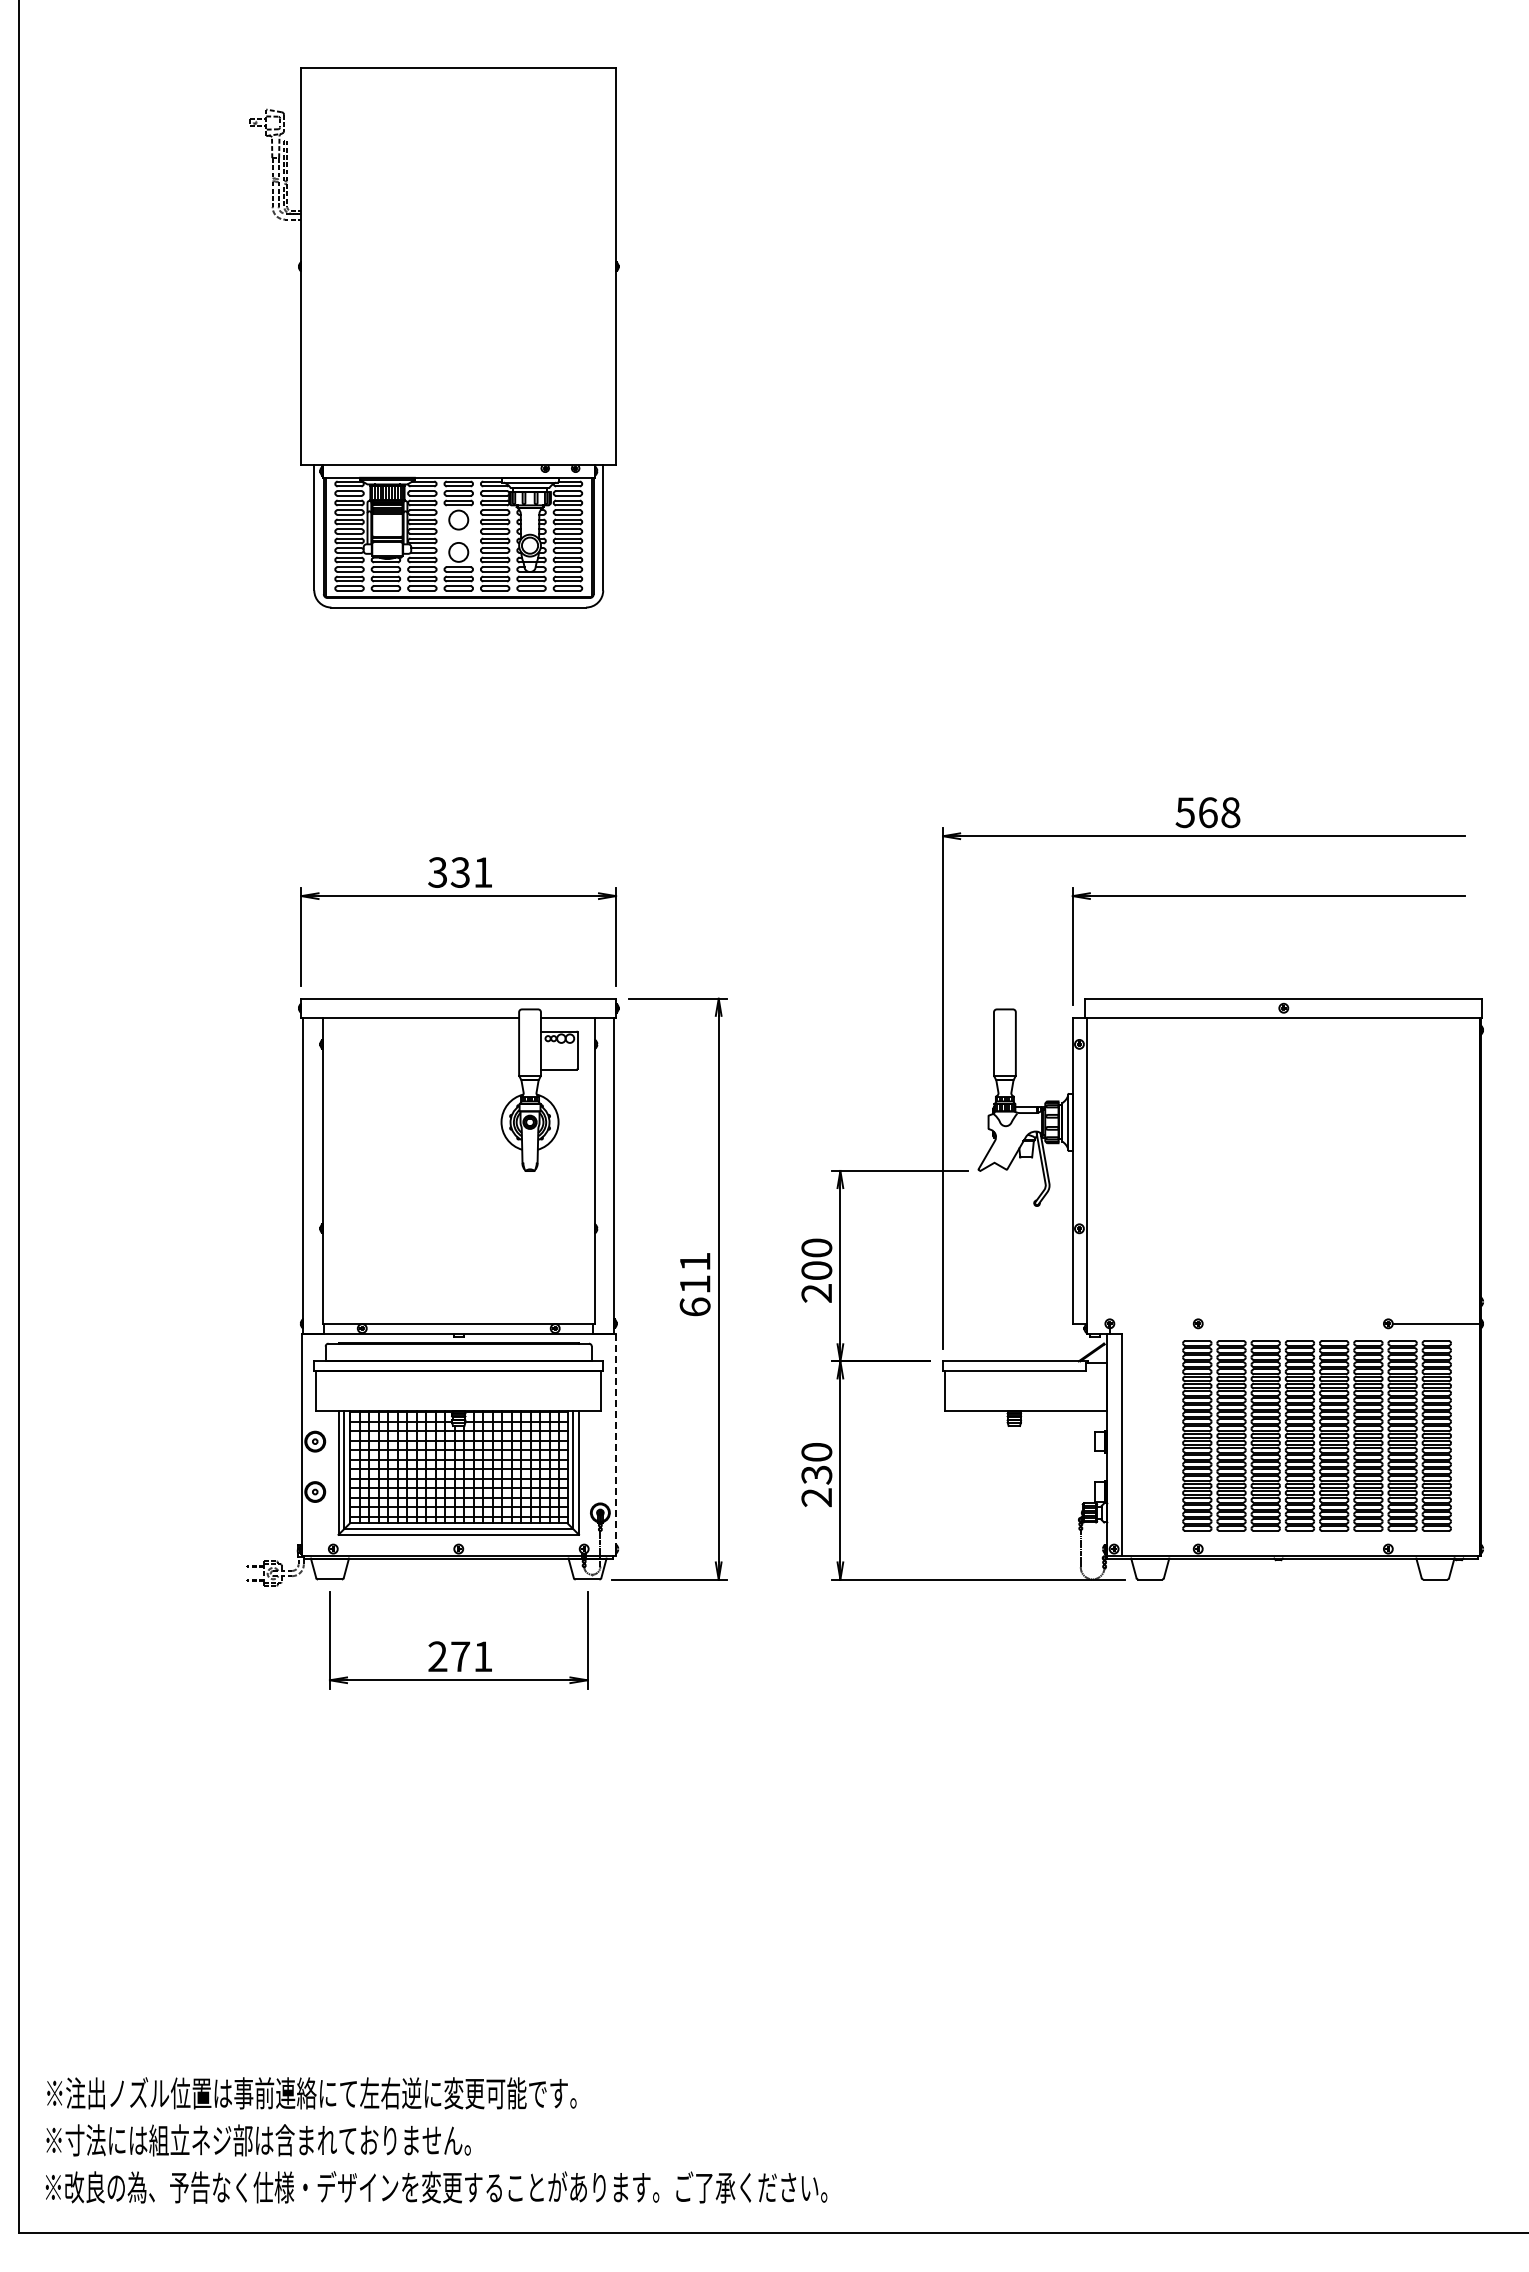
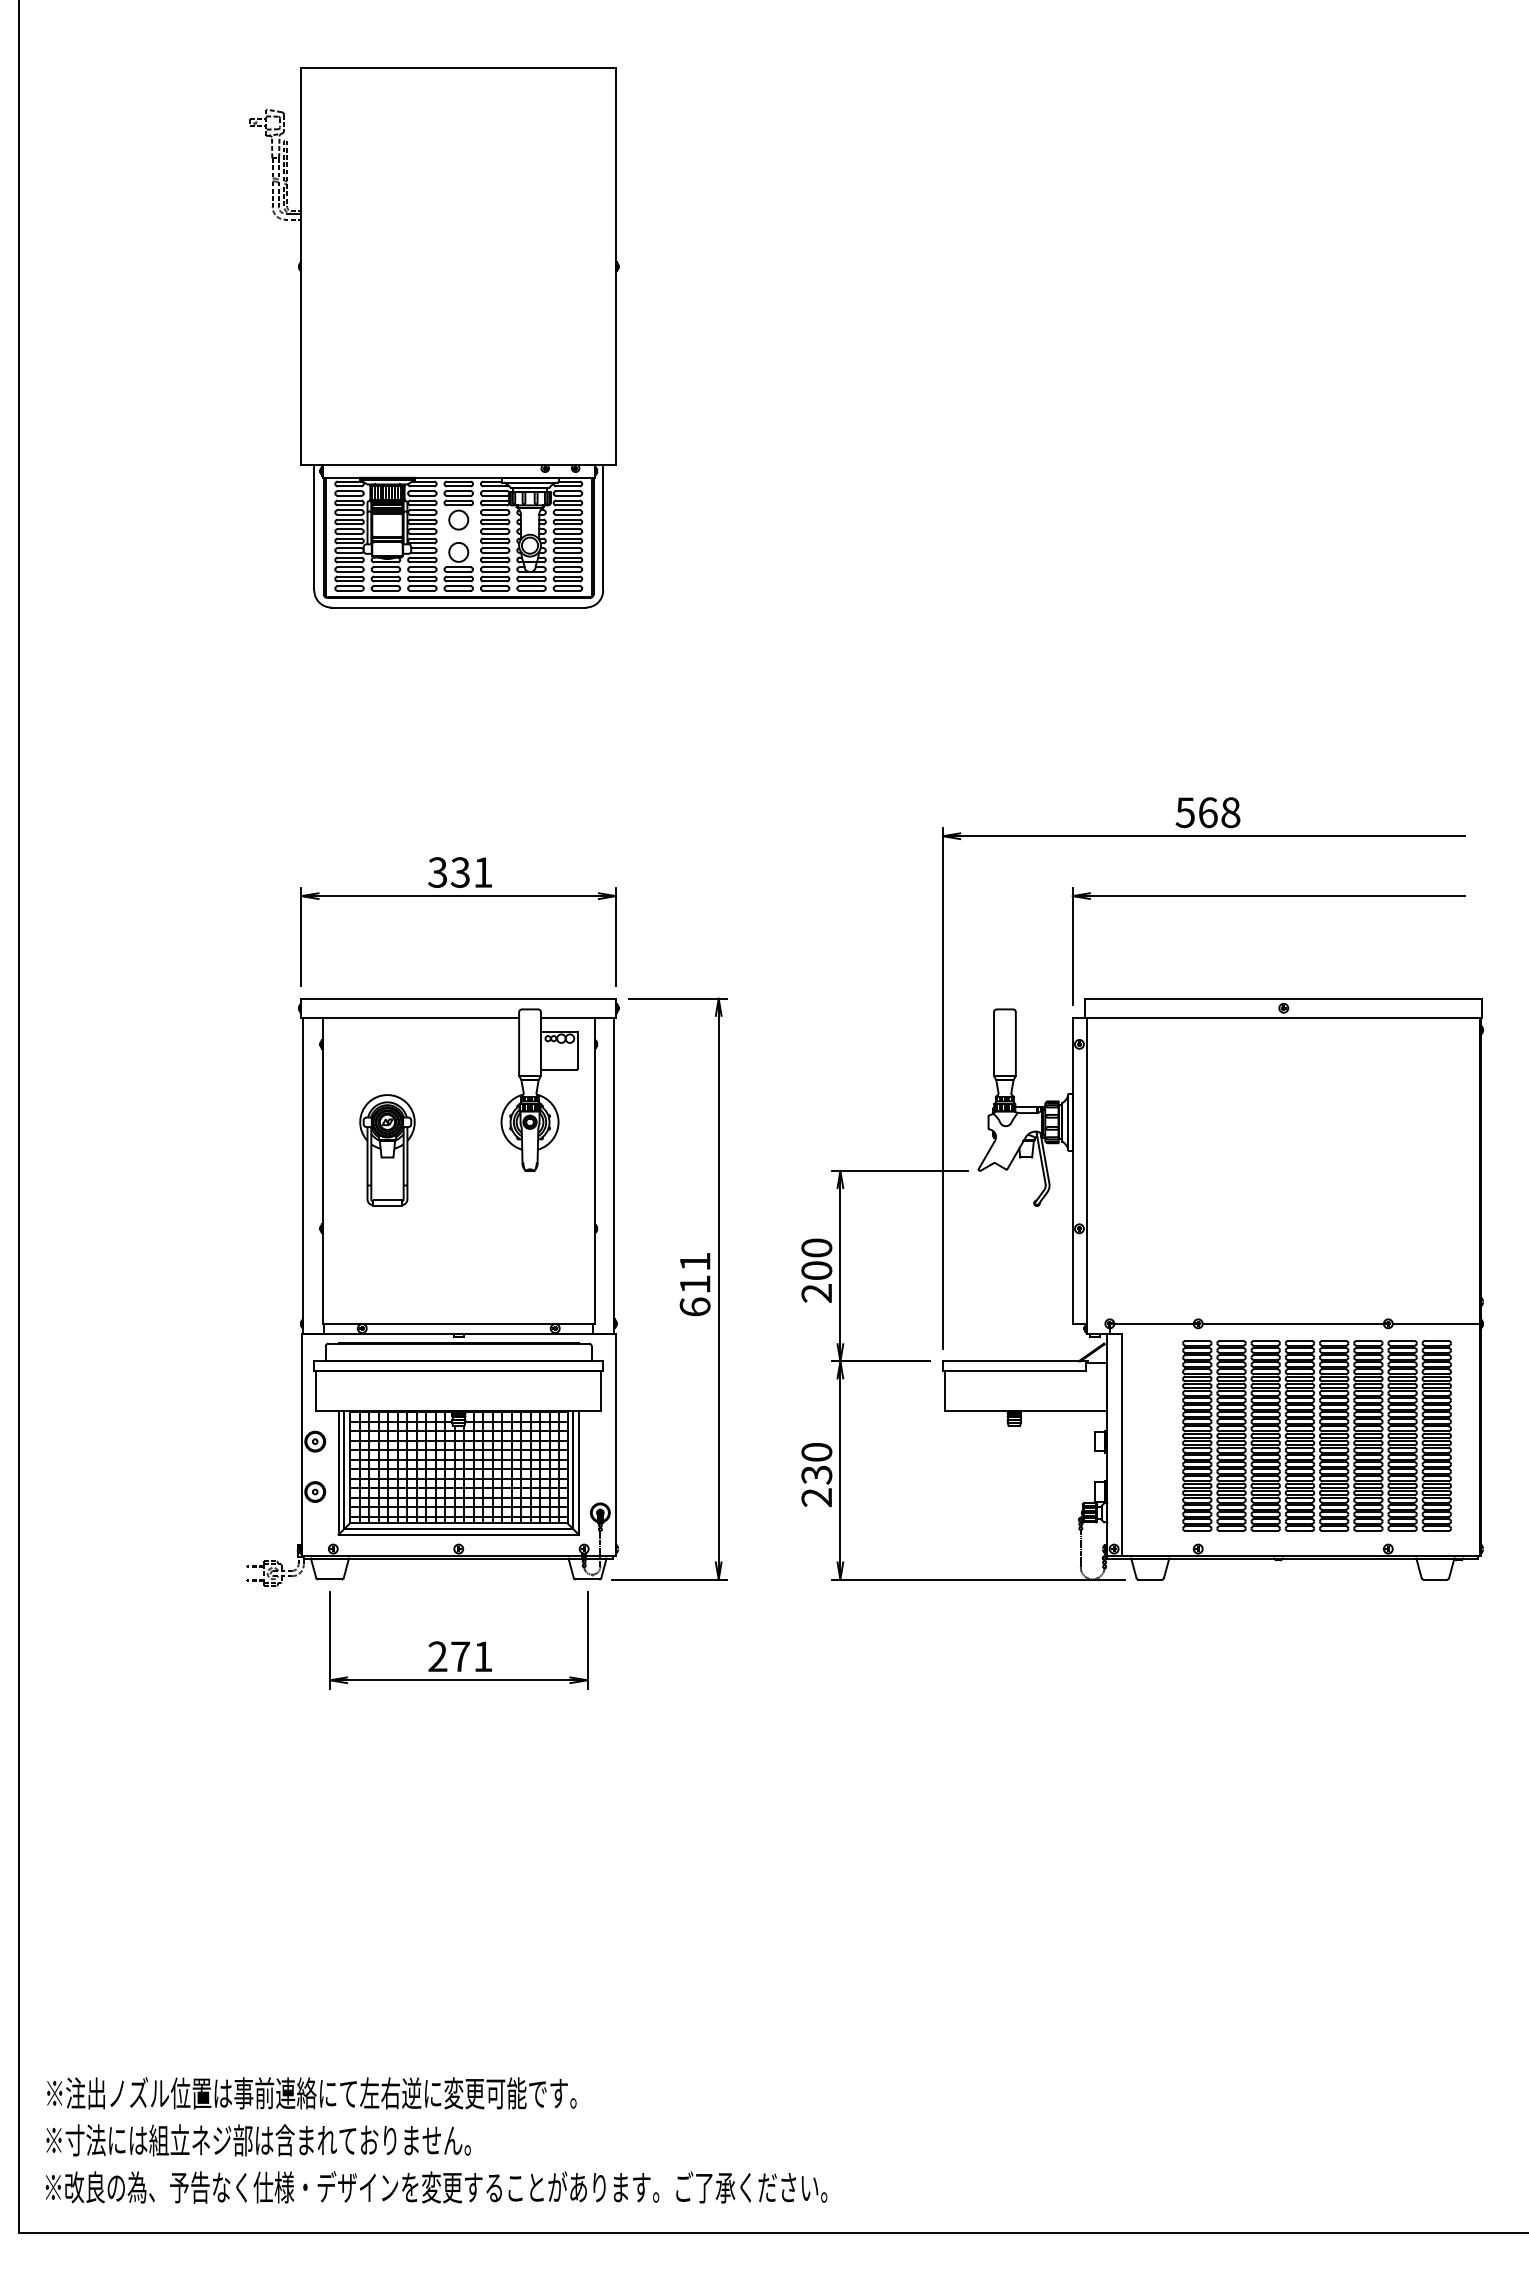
hatch at (529, 1107): none -> present
part at (387, 1150): none -> present
line at (1153, 1323): none -> present
line at (1292, 1323): none -> present
line at (615, 1445): dashed -> solid
